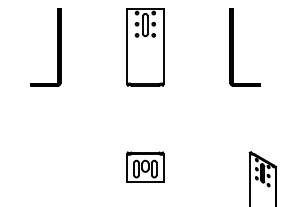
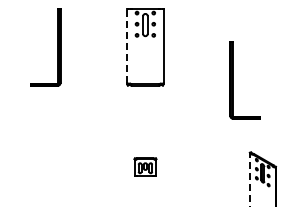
line at (127, 45): solid -> dashed
part at (233, 47) position: (233, 47) -> (233, 80)
part at (145, 166) size: 39x32 px -> 25x20 px
line at (249, 179): solid -> dashed
